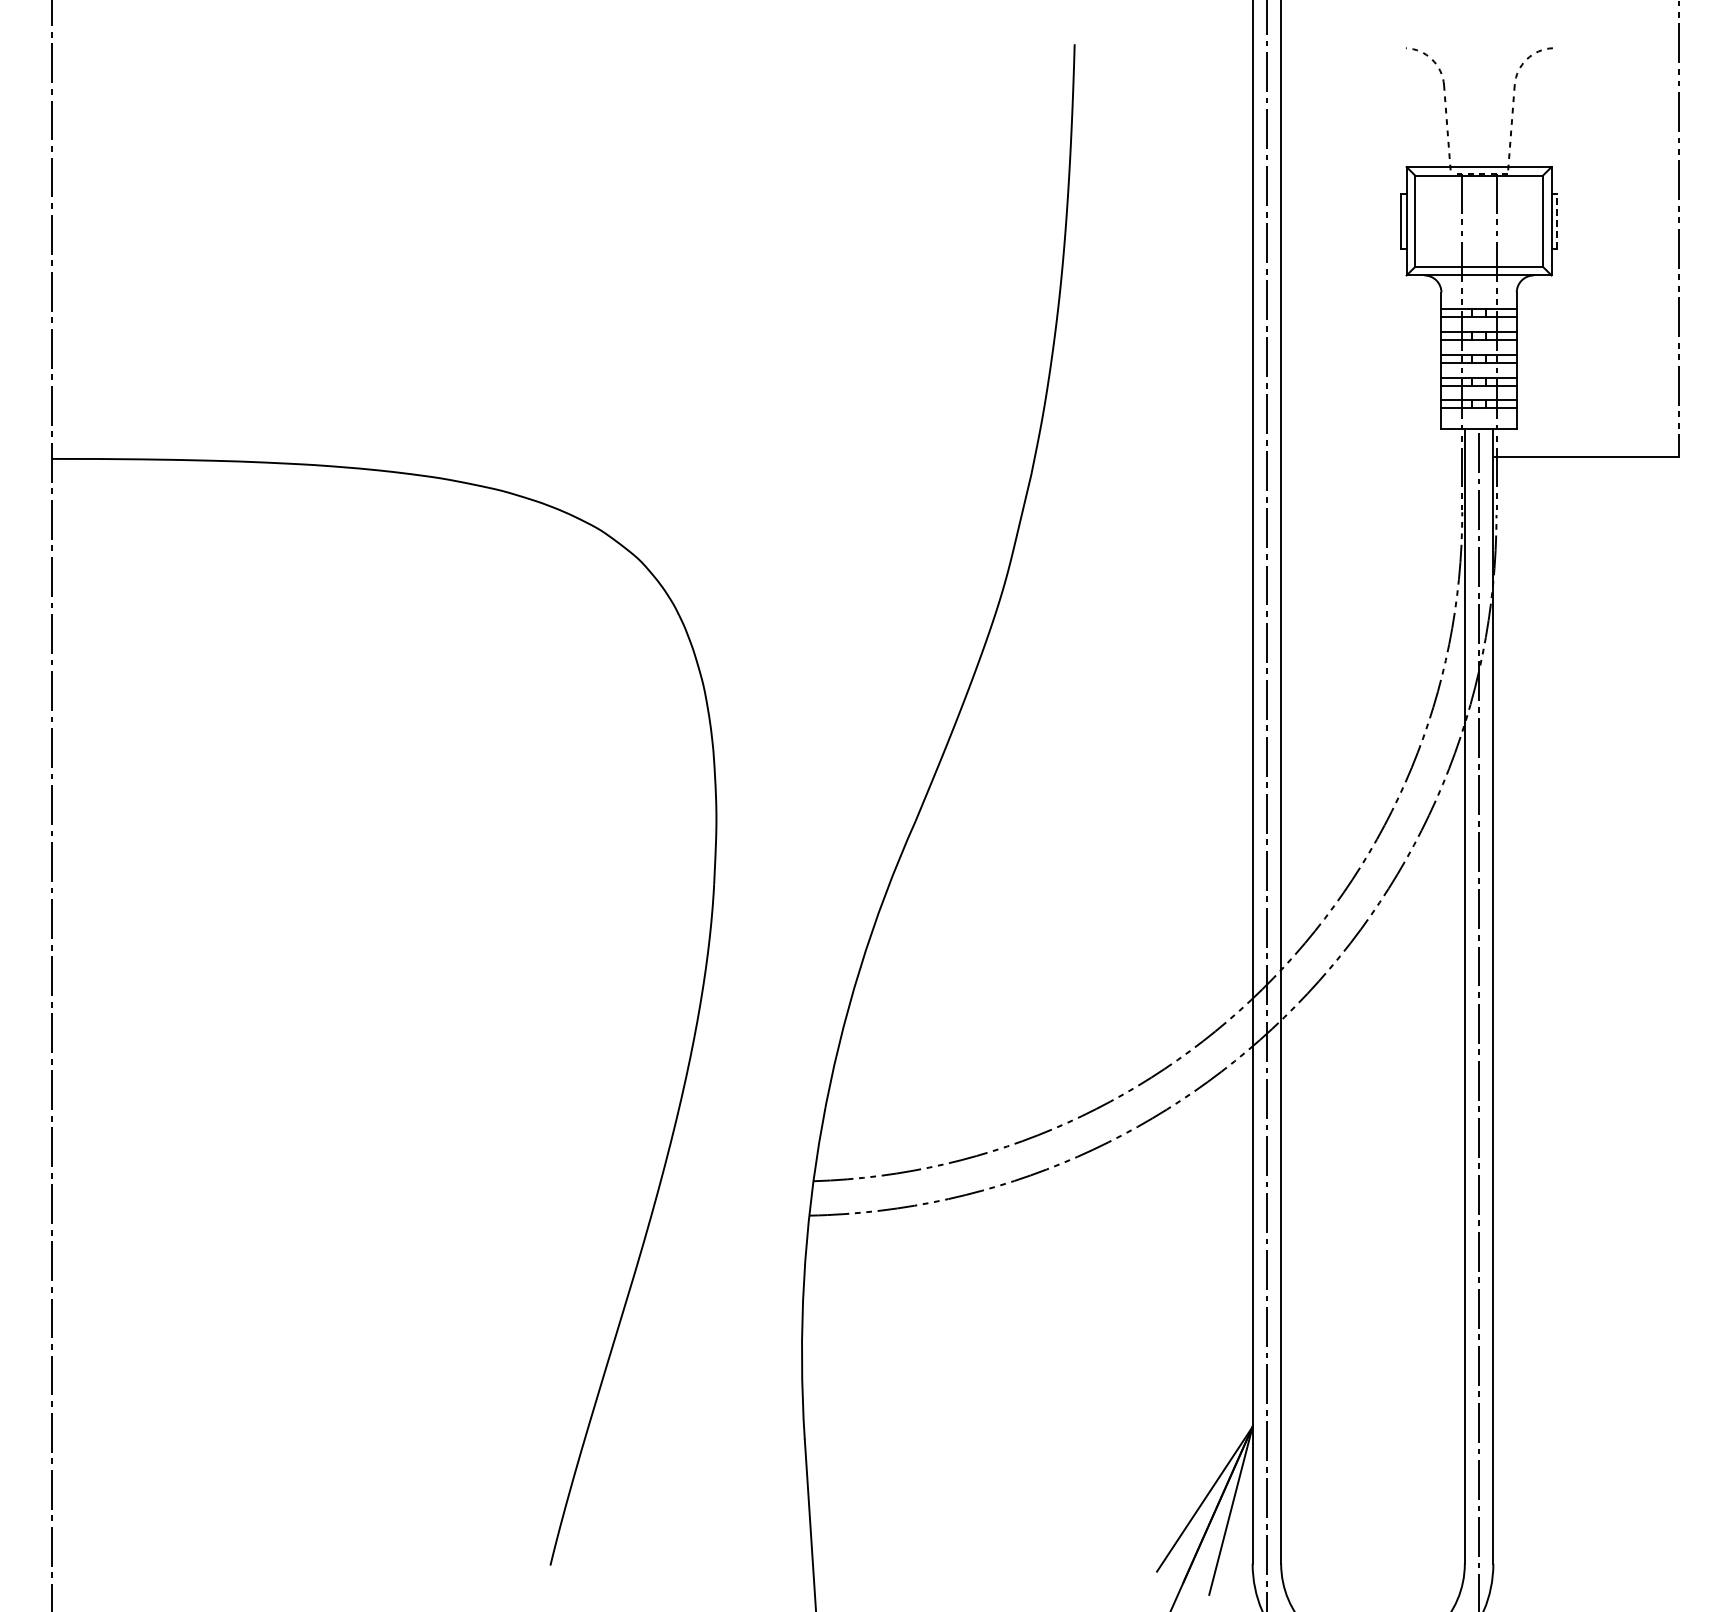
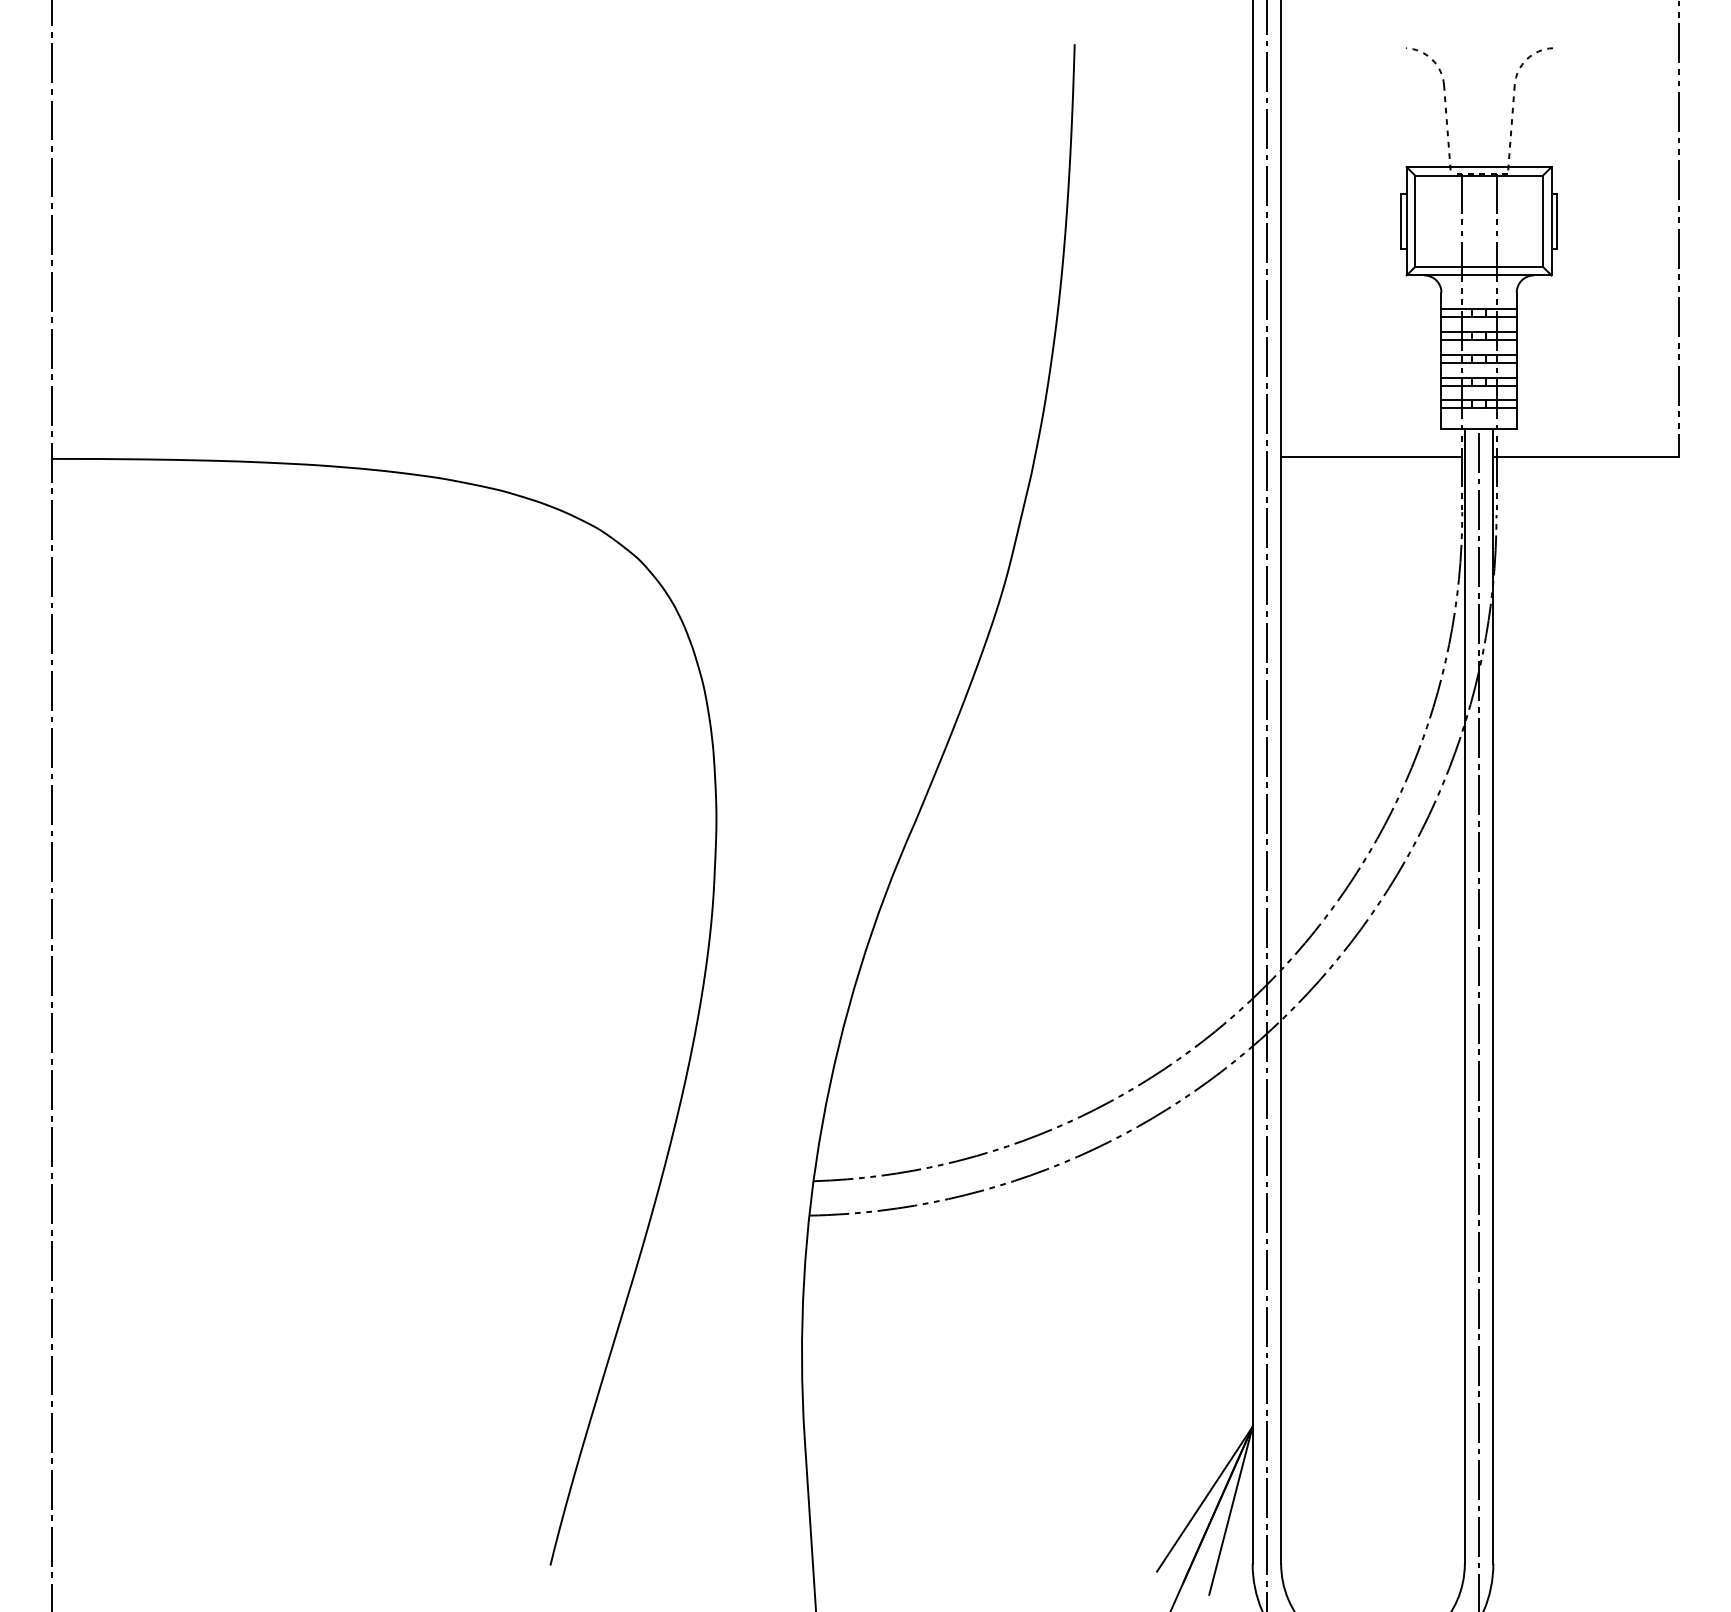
line at (1557, 220): dashed -> solid
line at (1371, 457): none -> present
